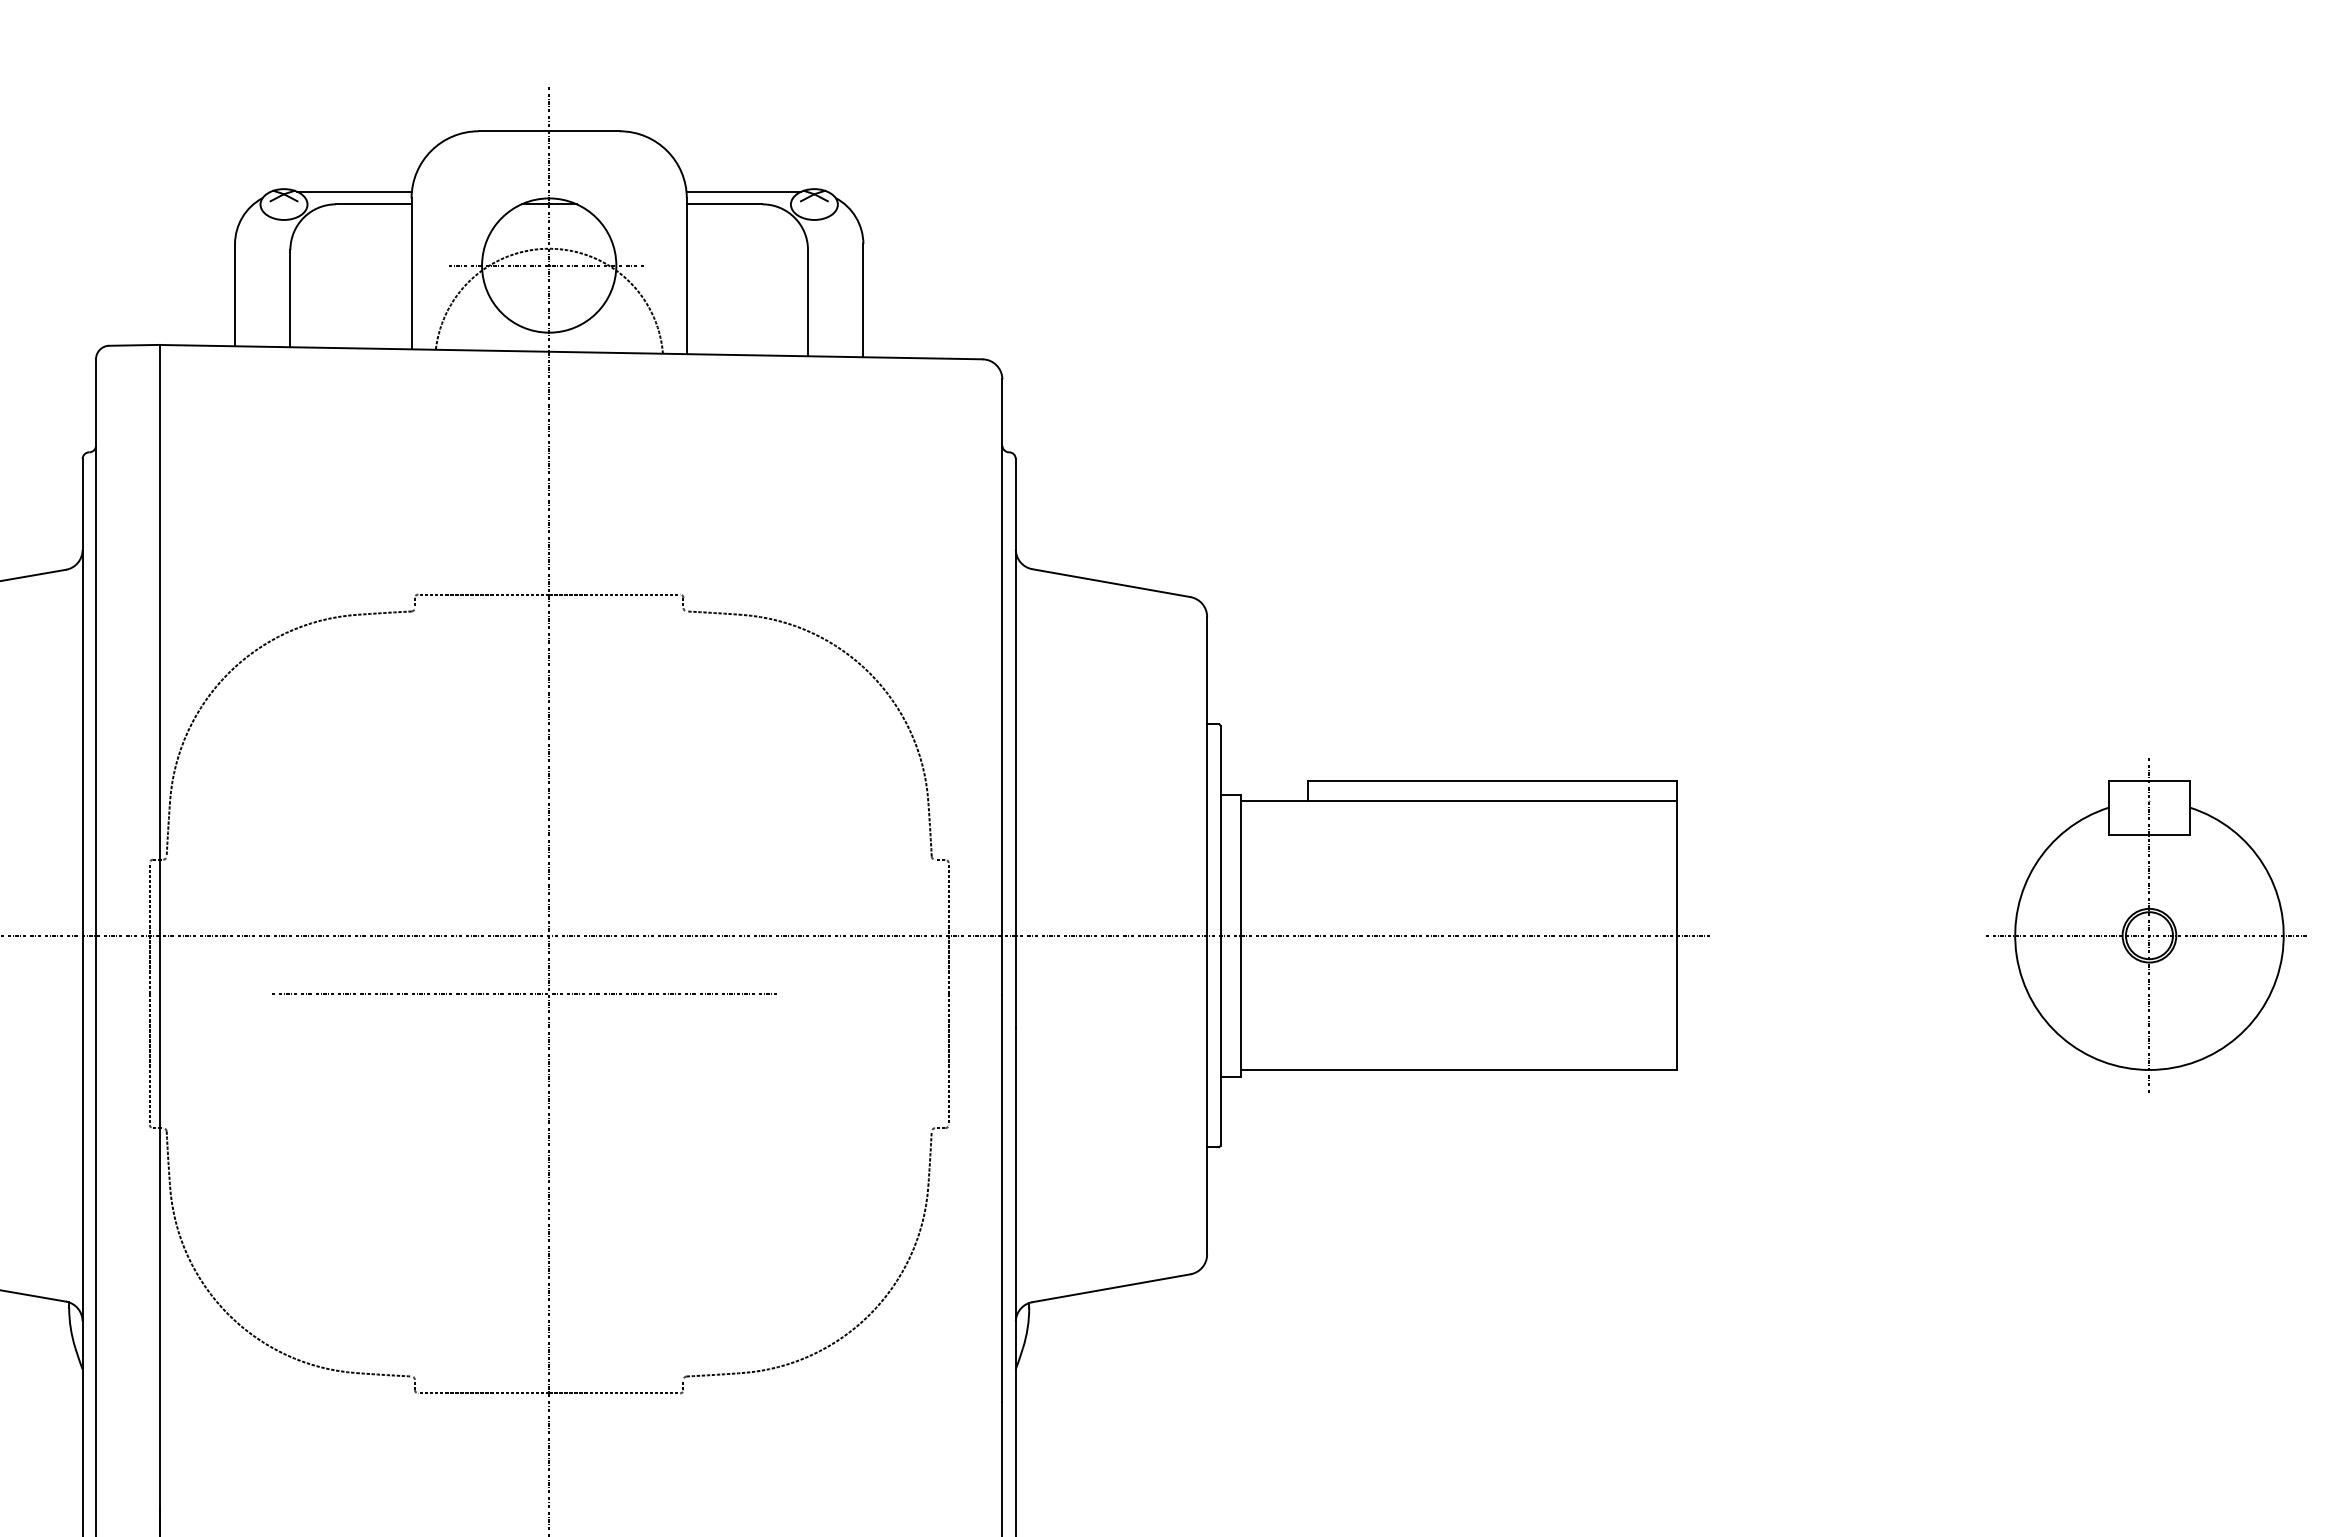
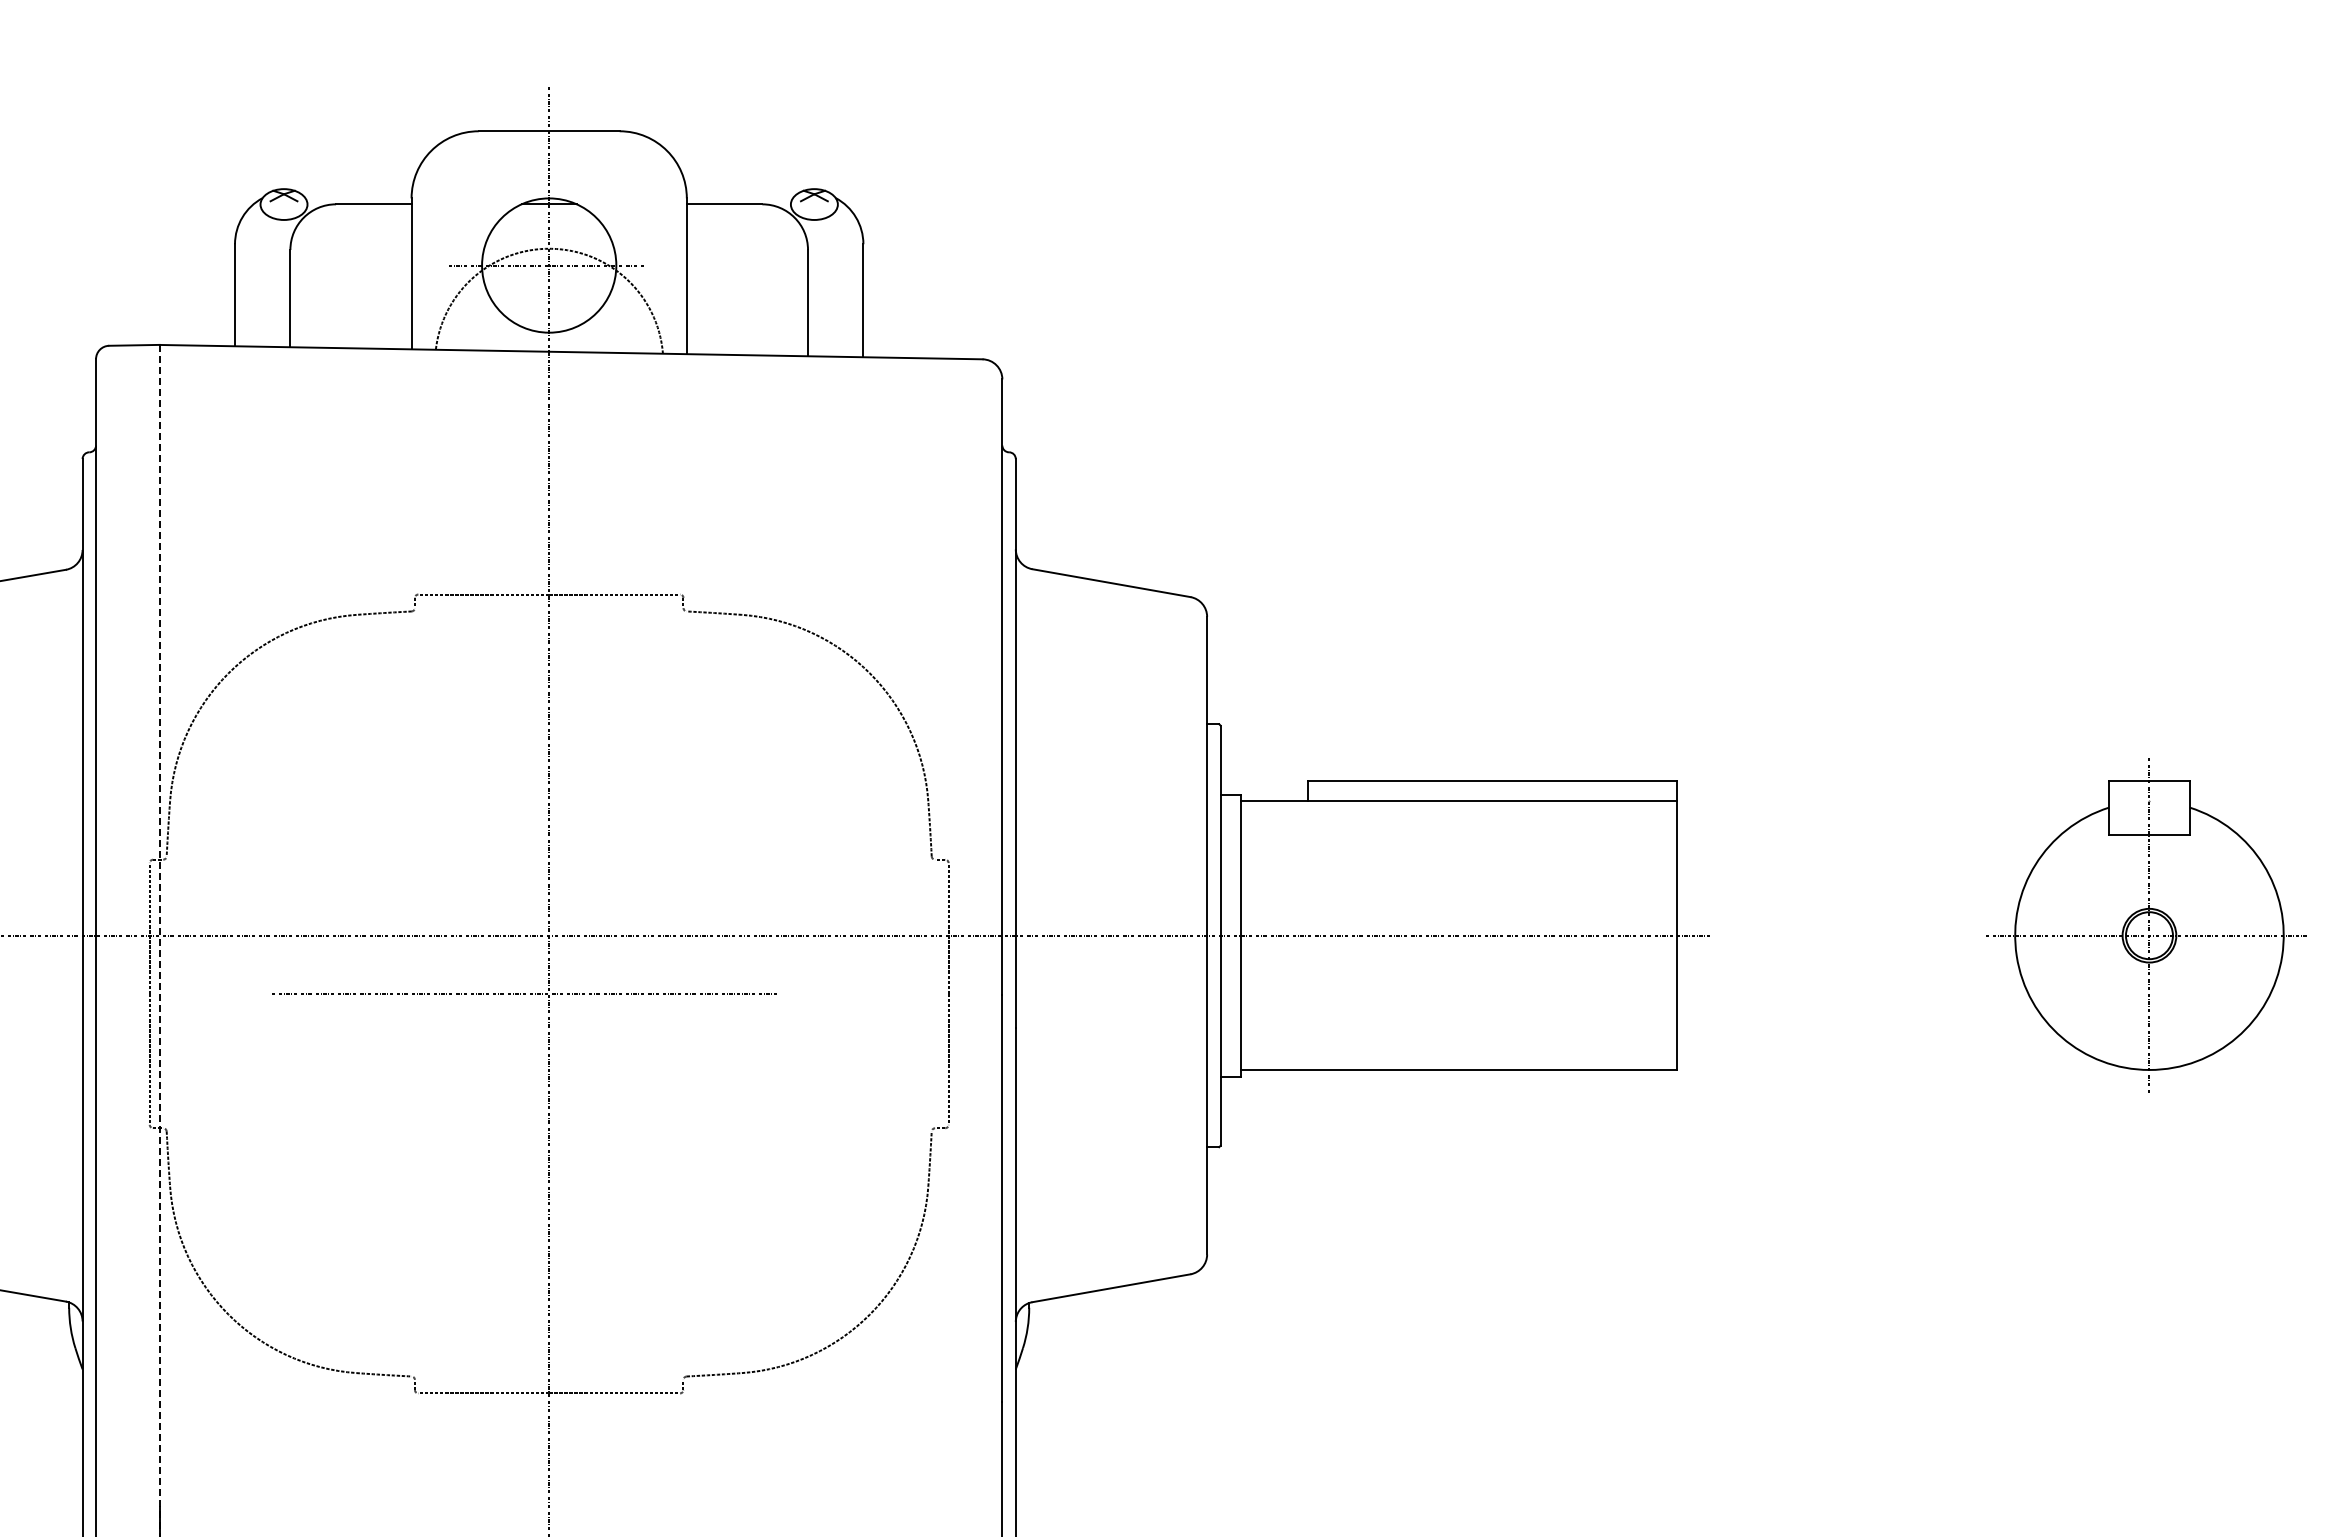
line at (354, 191): present -> none
line at (743, 191): present -> none
line at (159, 940): solid -> dashed
